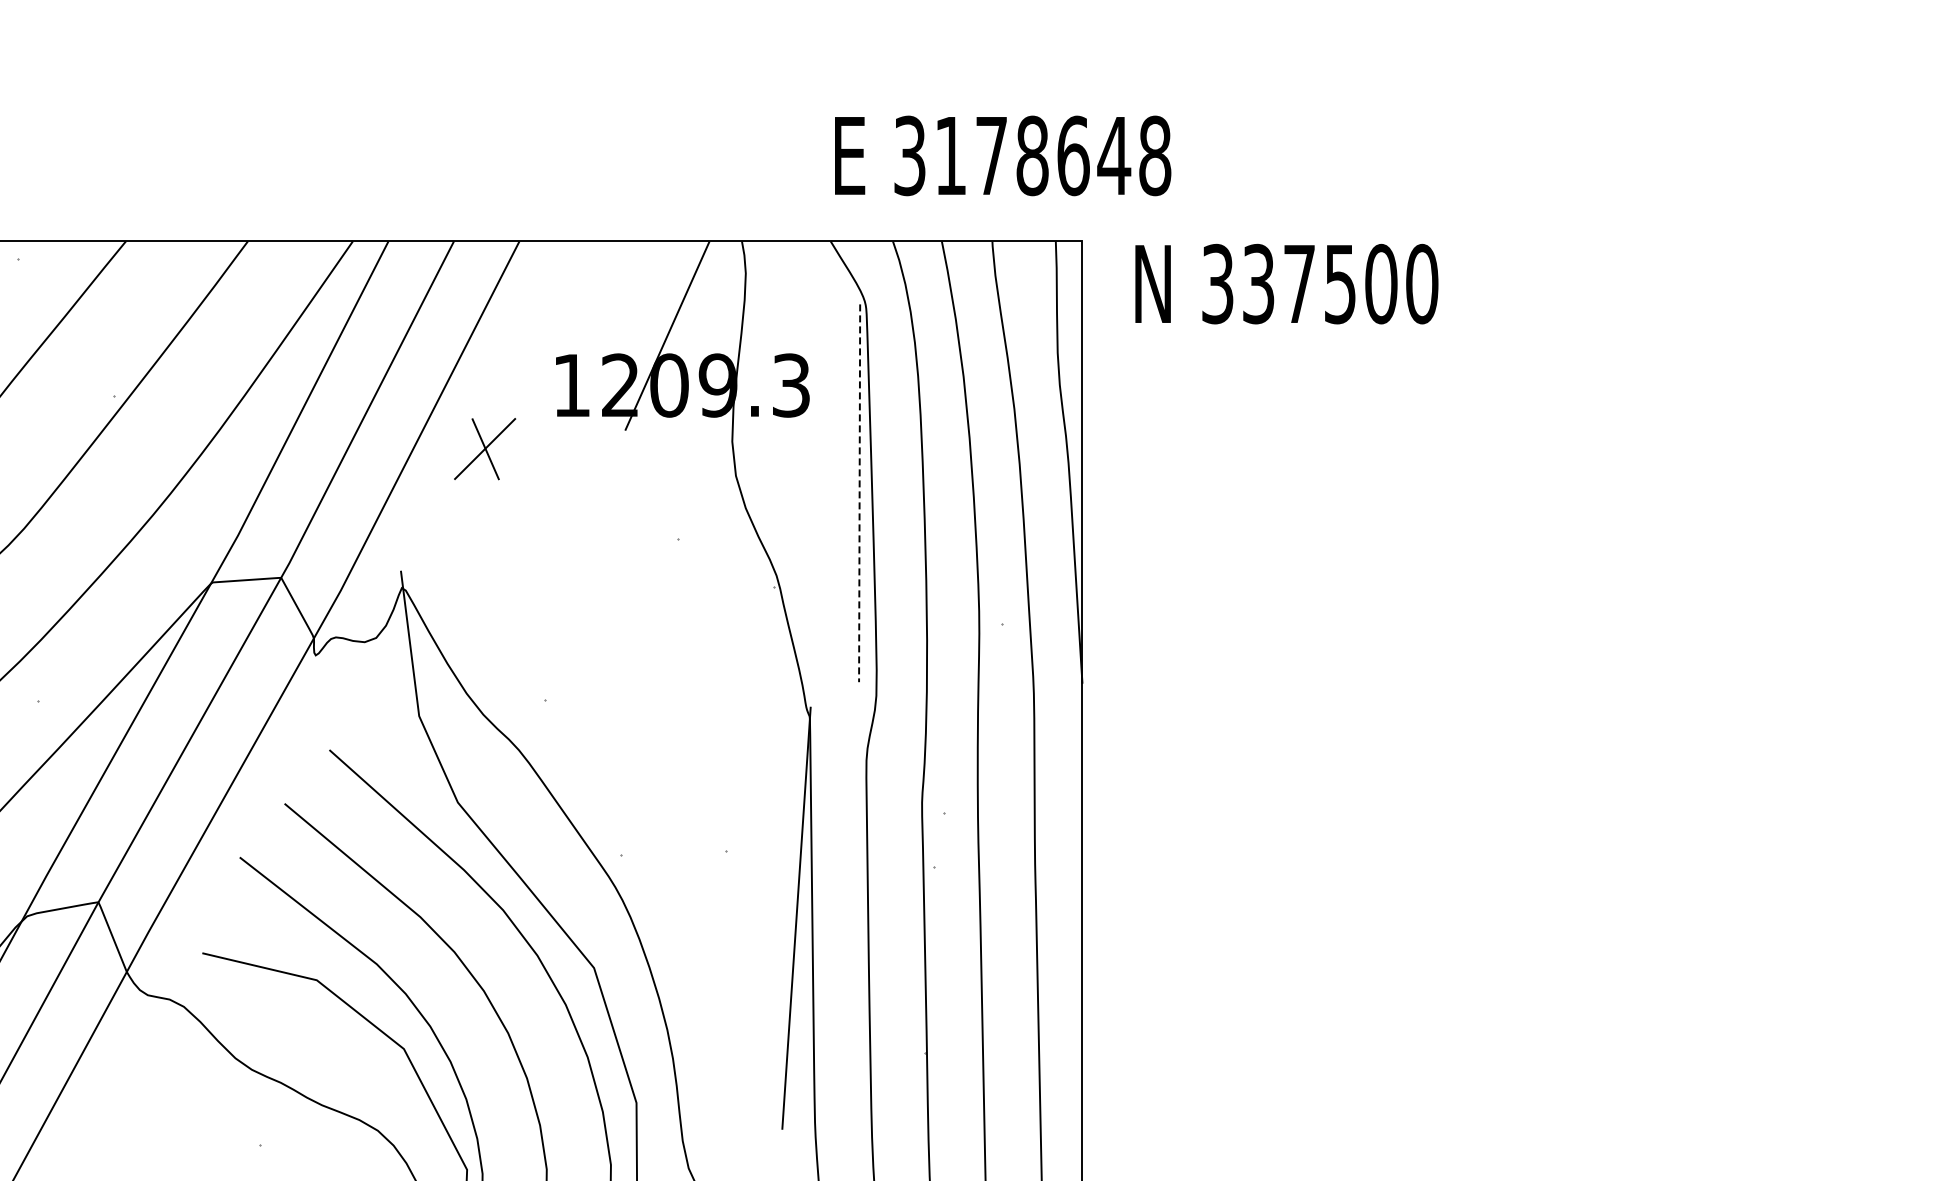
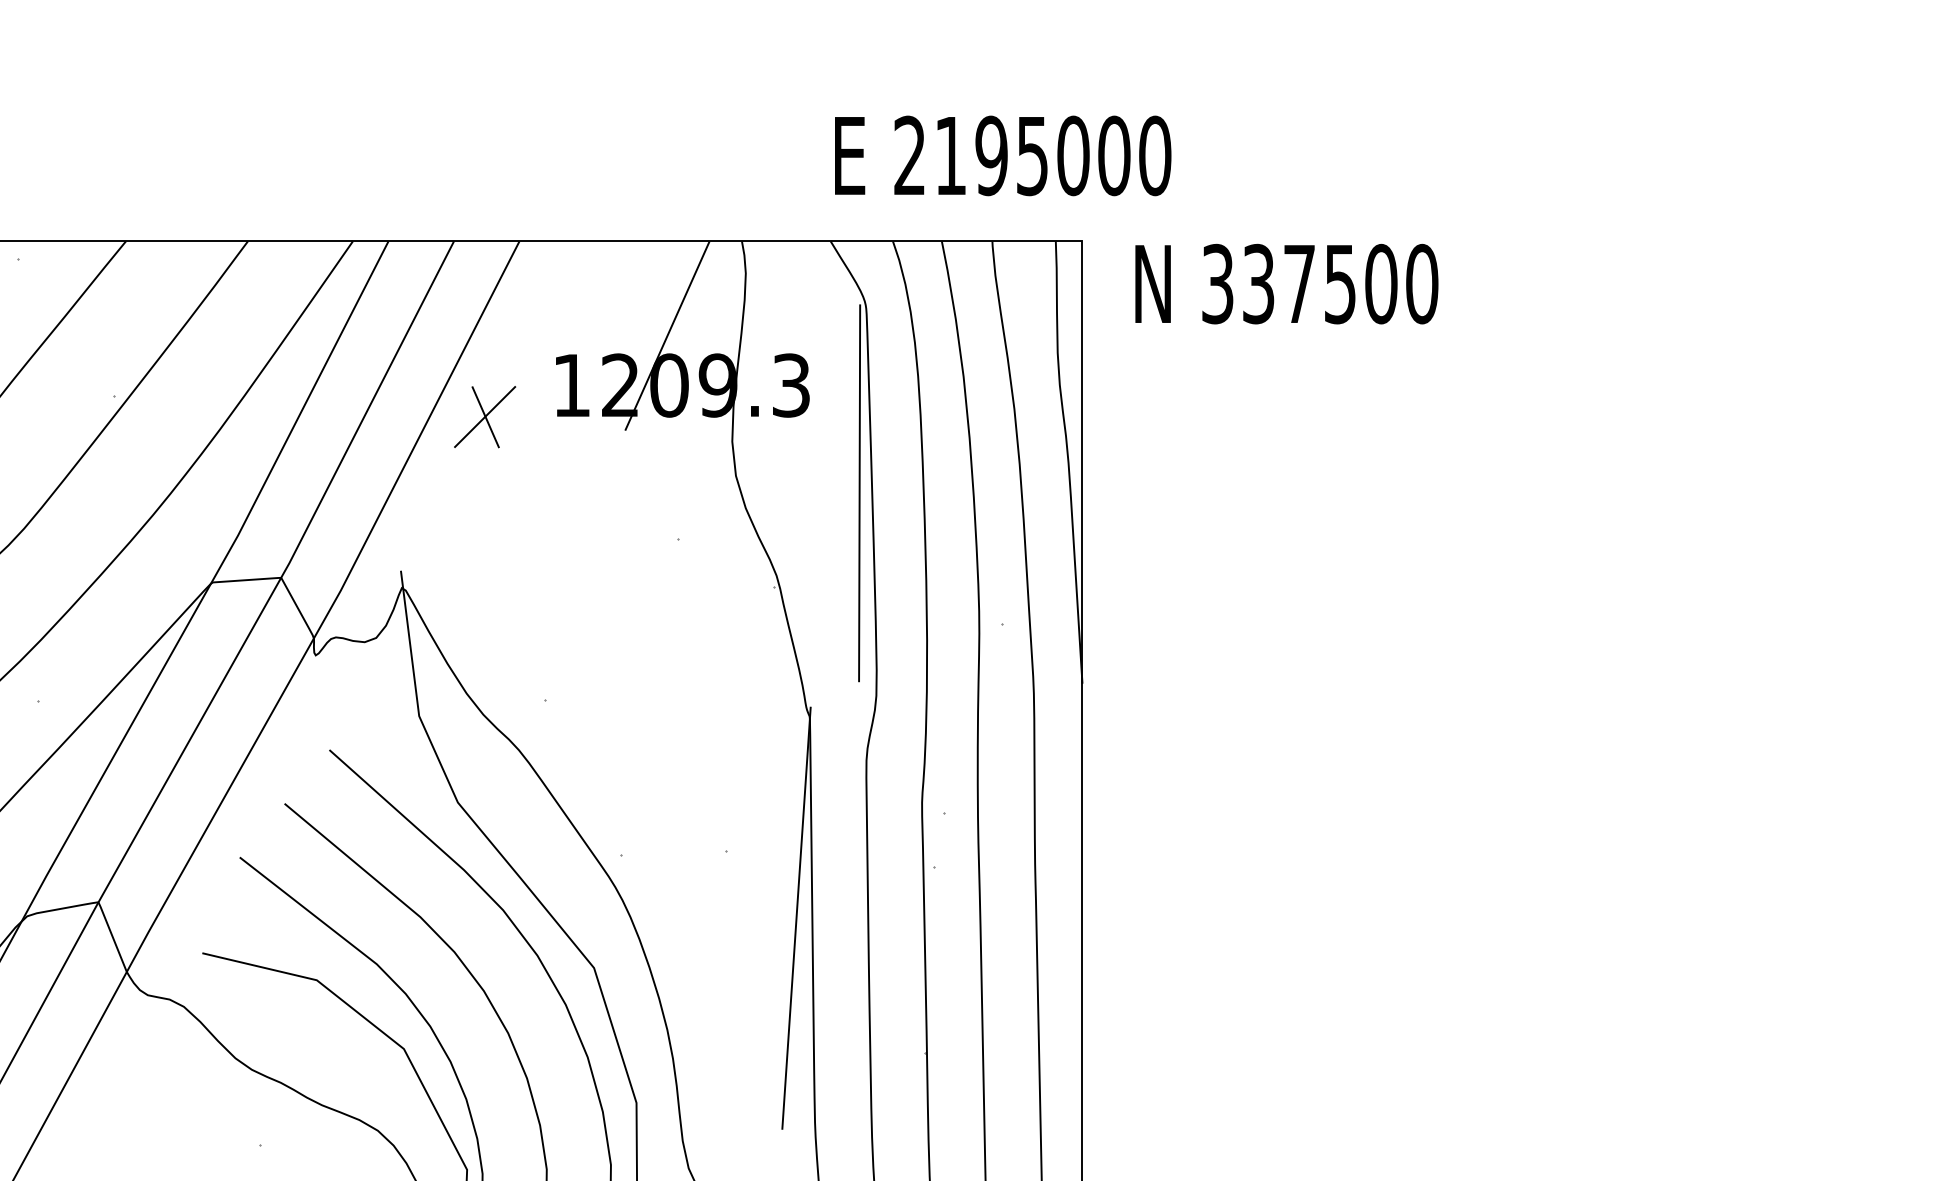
text at (1032, 155): 3178648 -> 2195000
part at (485, 449) position: (485, 449) -> (485, 417)
line at (859, 493): dashed -> solid
